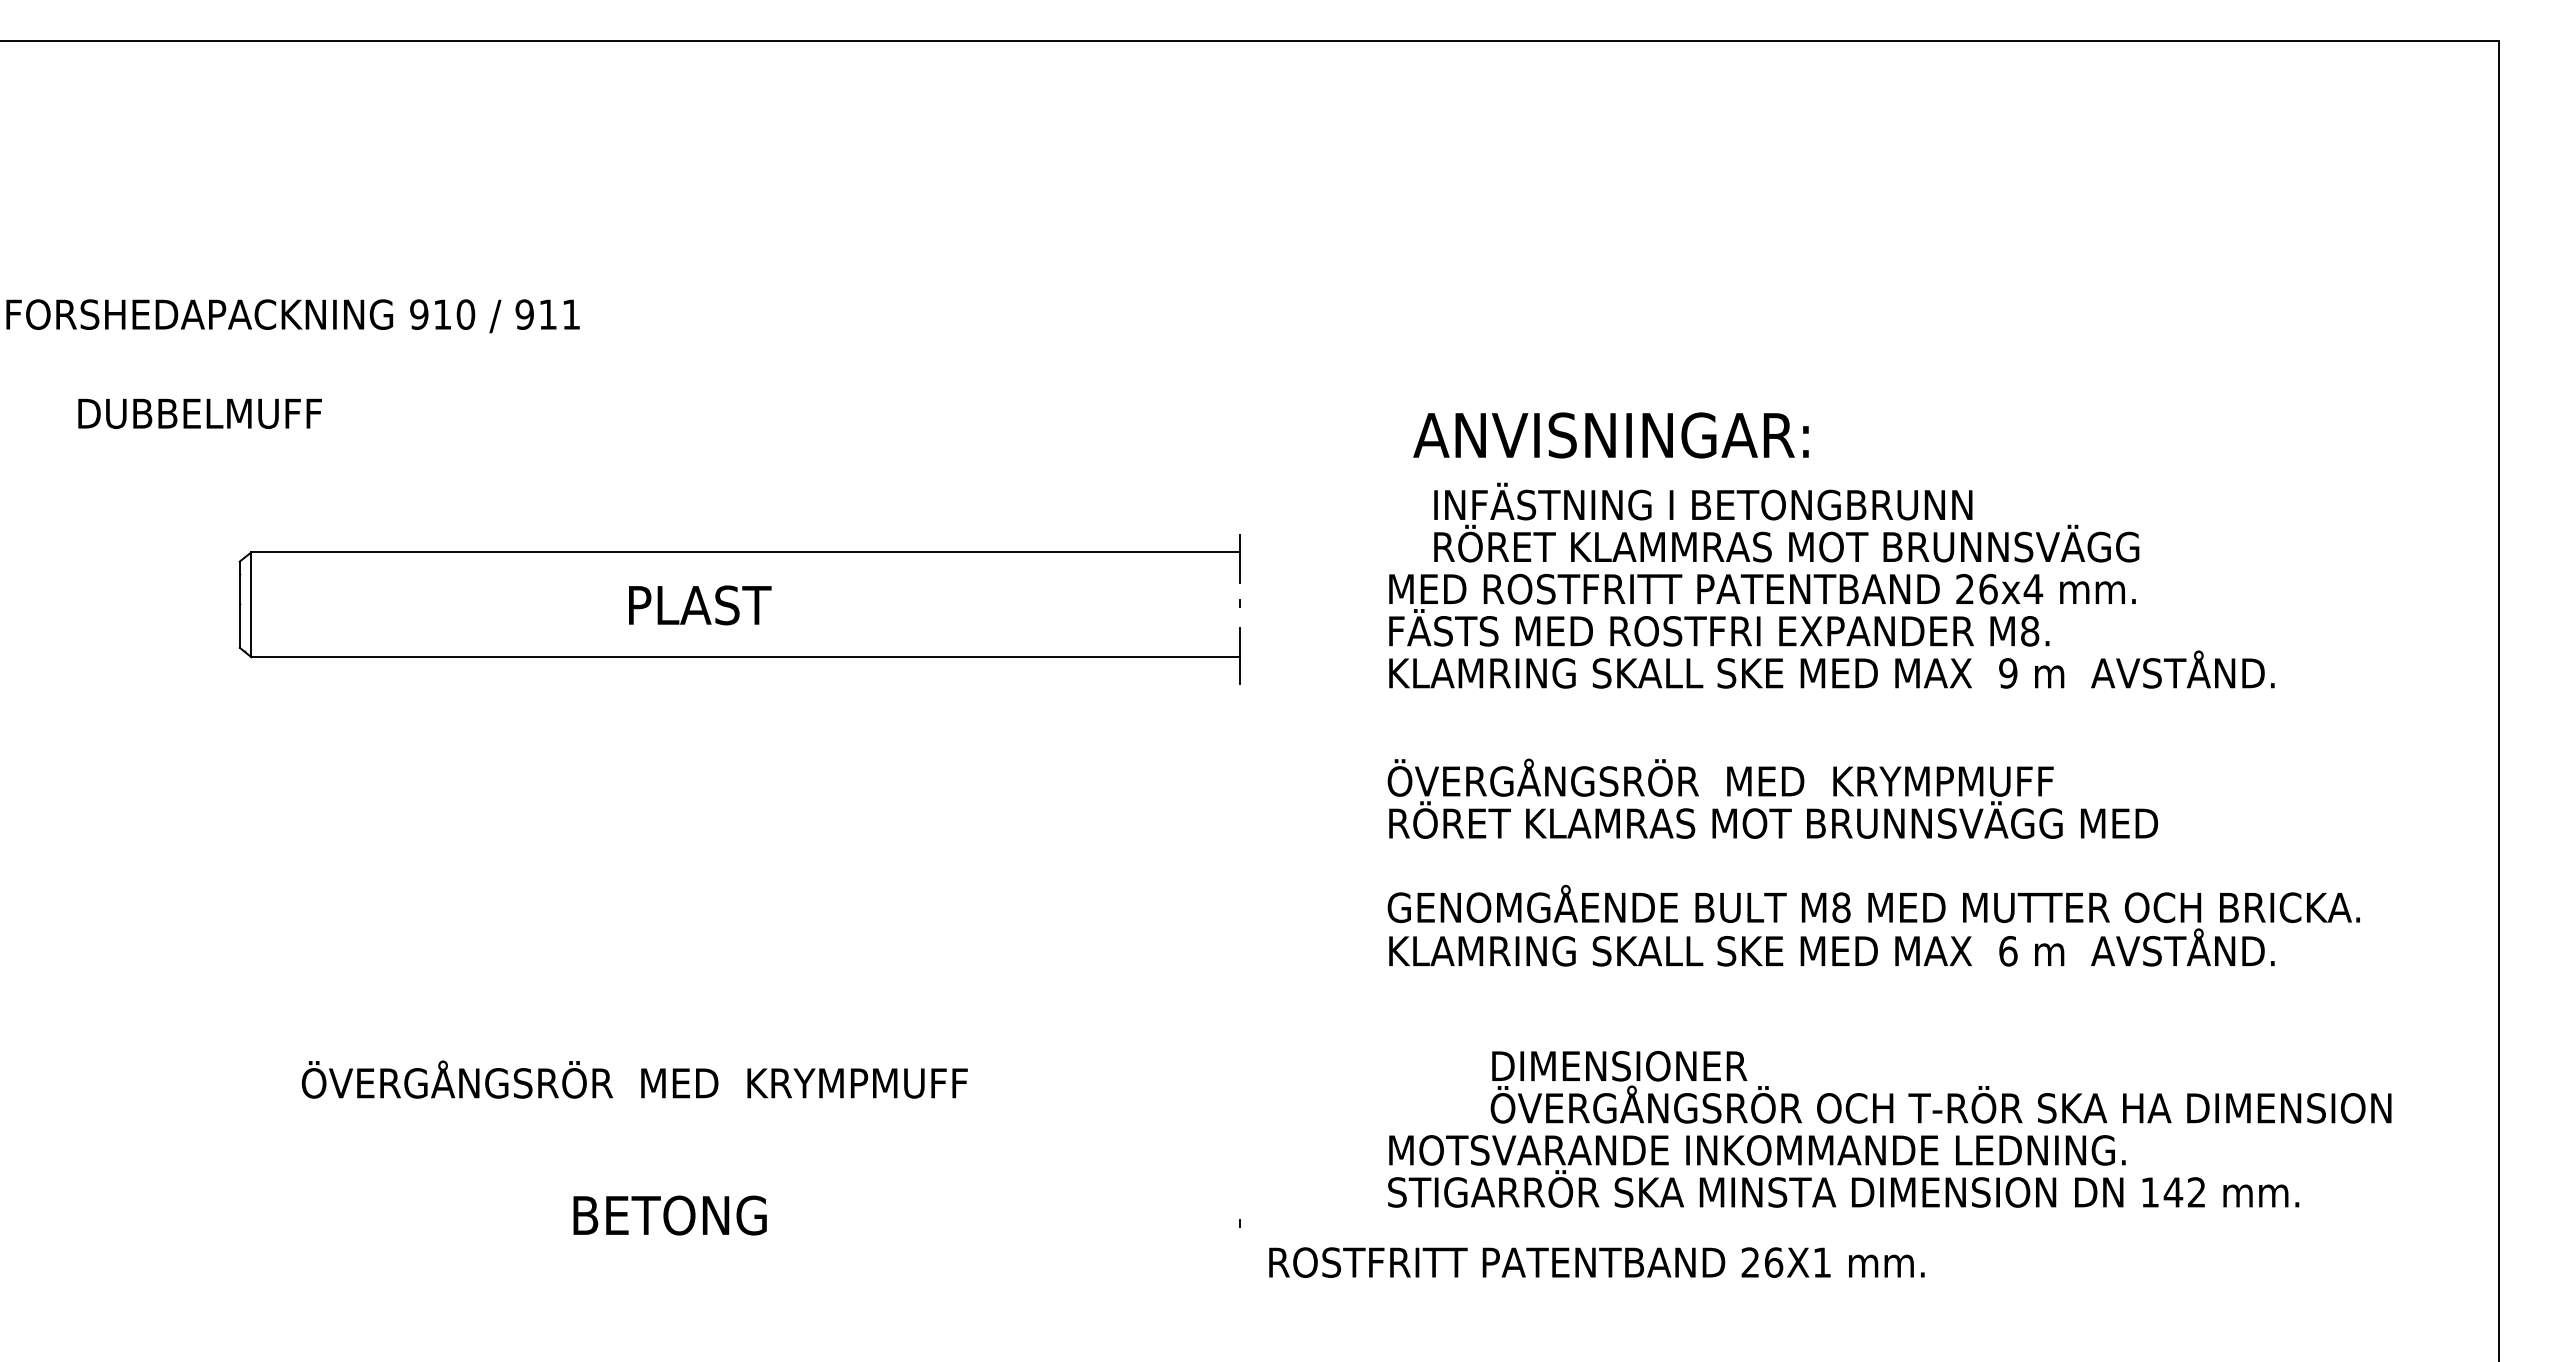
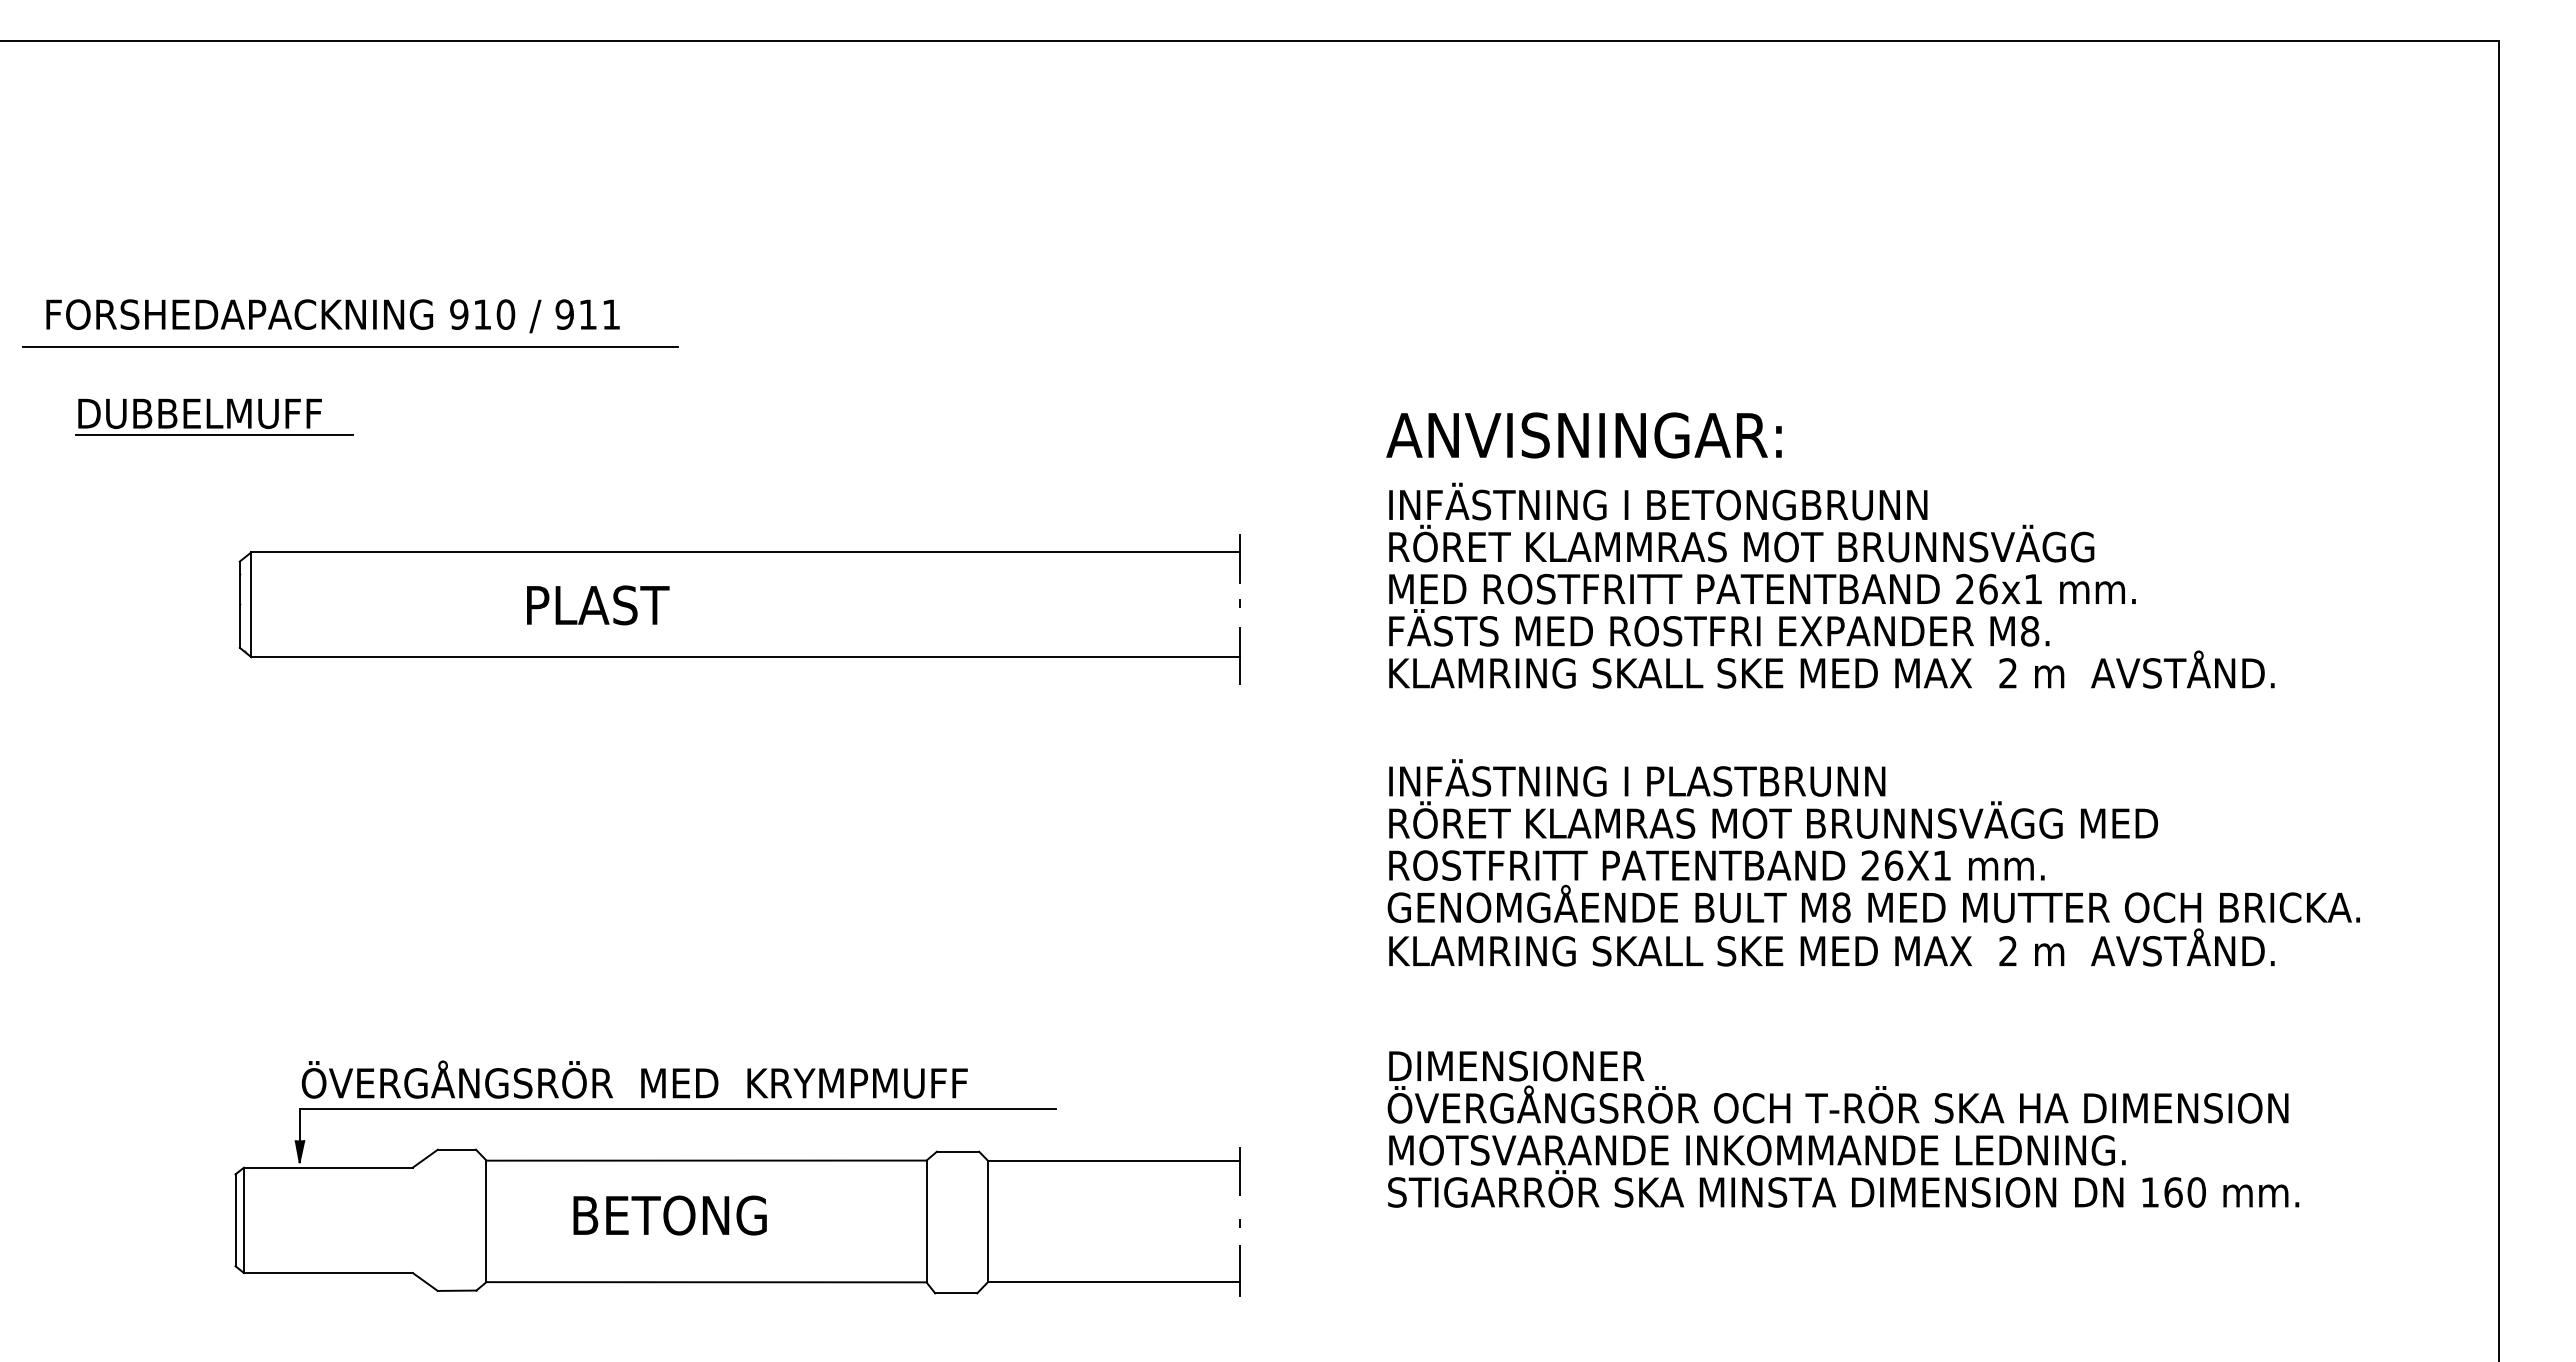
text at (292, 316) position: (292, 316) -> (332, 316)
line at (350, 346): none -> present
line at (213, 434): none -> present
text at (1610, 435) position: (1610, 435) -> (1583, 435)
text at (1786, 522) position: (1786, 522) -> (1741, 522)
text at (2033, 588): 26x4 -> 26x1
text at (700, 605) position: (700, 605) -> (598, 605)
text at (2008, 673): 9 -> 2
text at (1720, 777): ÖVERGÅNGSRÖR  MED  KRYMPMUFF -> INFÄSTNING I PLASTBRUNN
text at (2008, 951): 6 -> 2
text at (1940, 1087) position: (1940, 1087) -> (1837, 1087)
text at (2184, 1192): 142 -> 160
part at (737, 1202): none -> present
text at (1596, 1262) position: (1596, 1262) -> (1716, 865)
